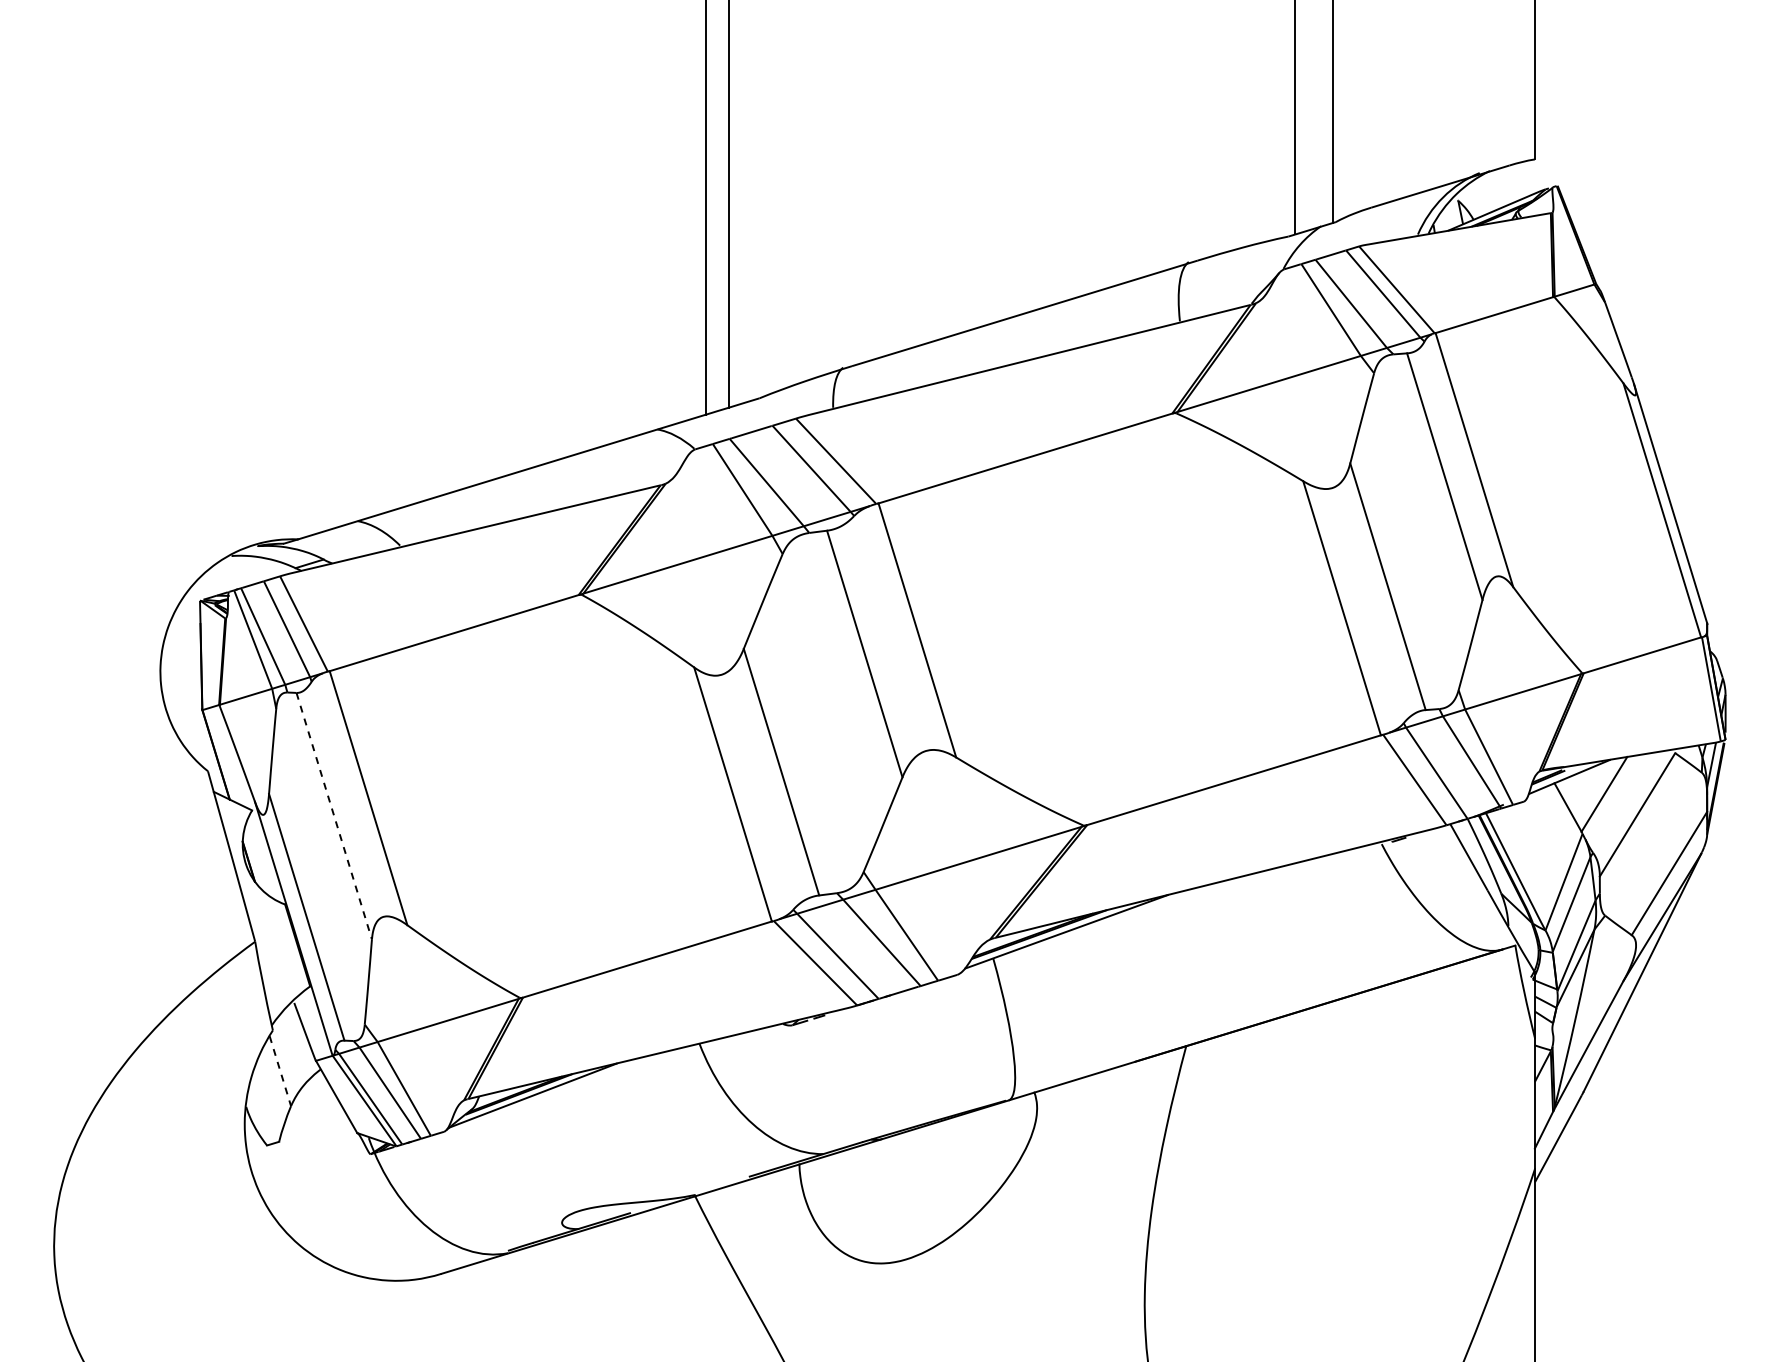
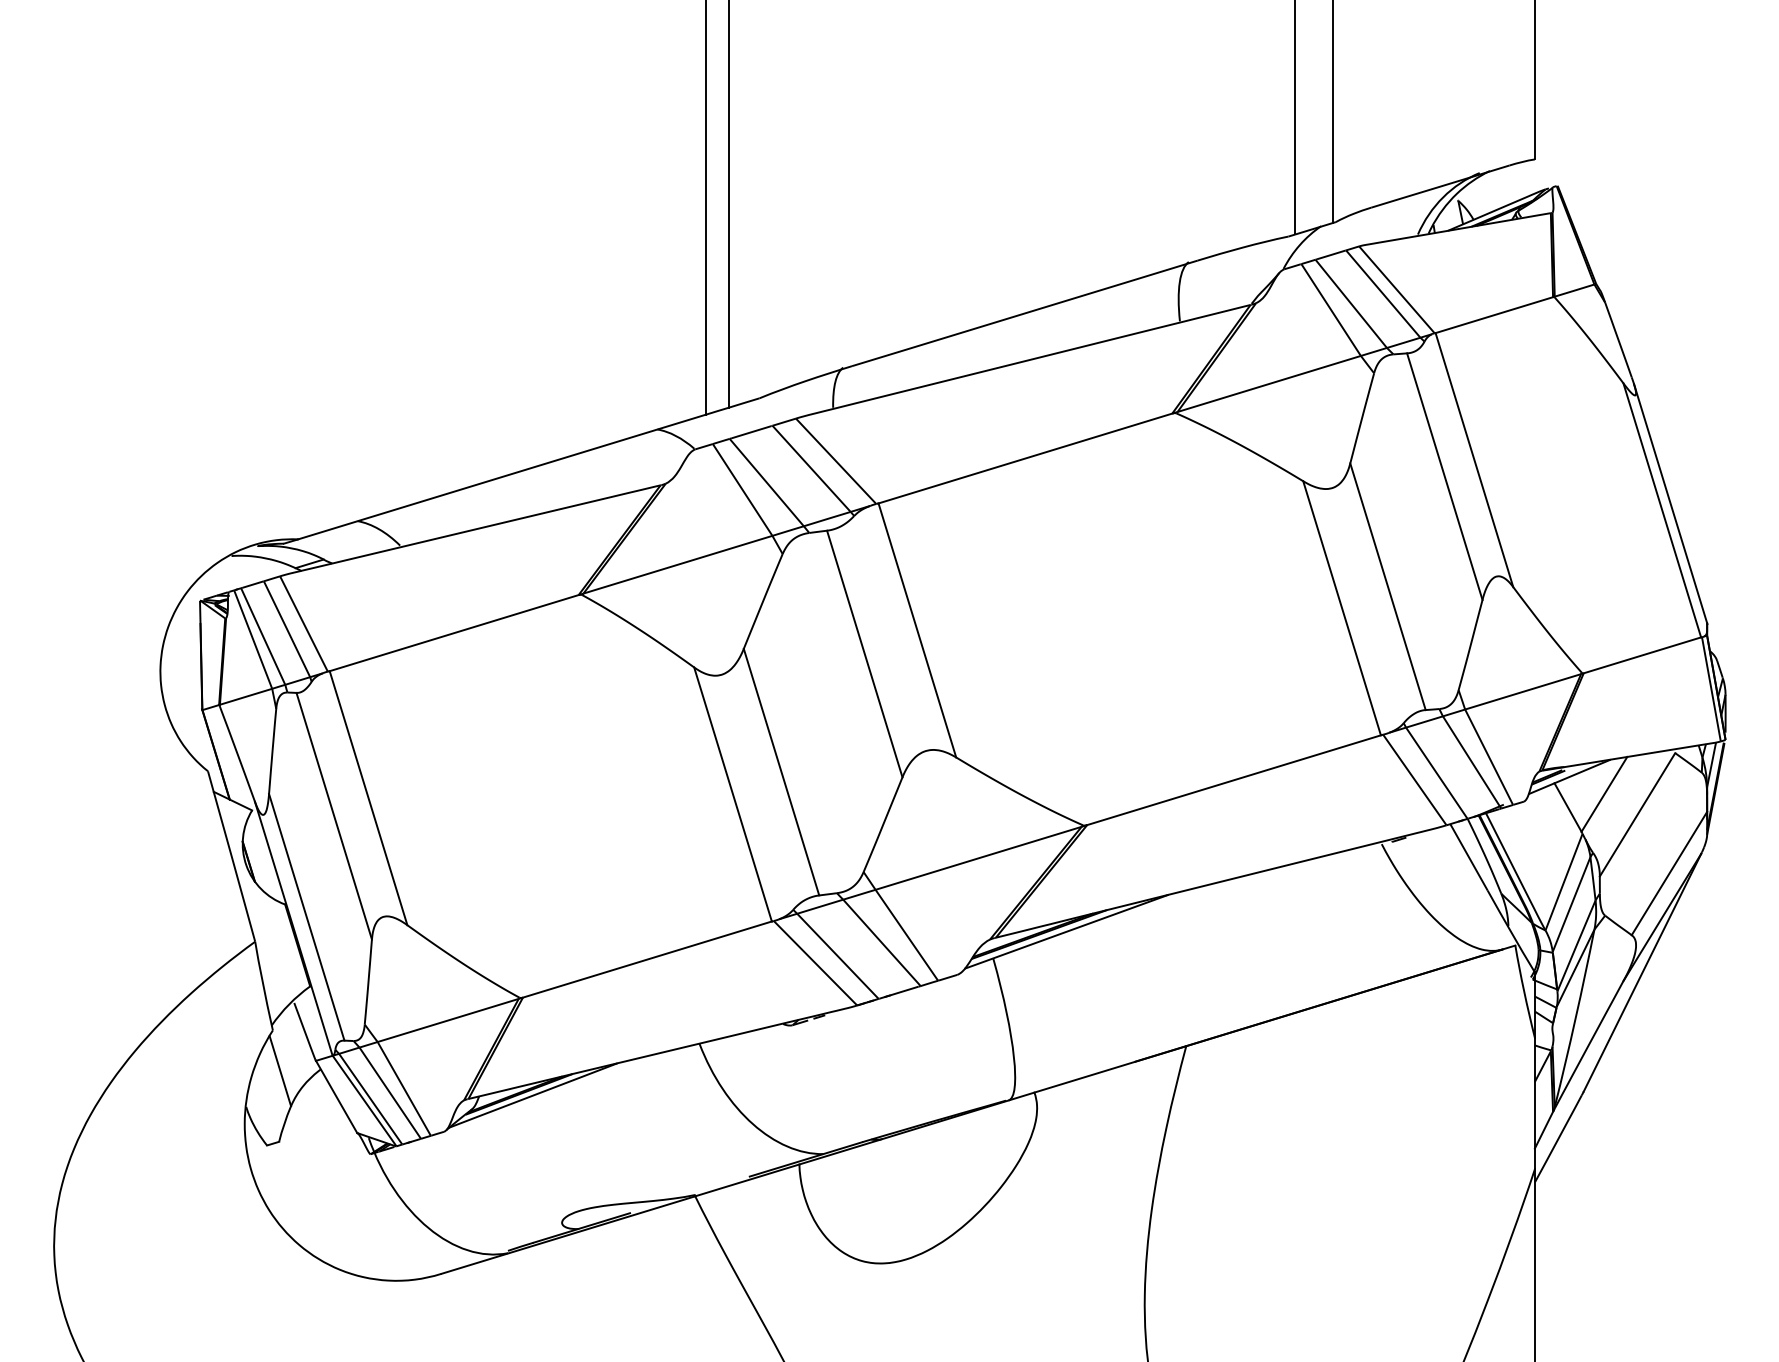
line at (334, 816): dashed -> solid
line at (280, 1071): dashed -> solid
